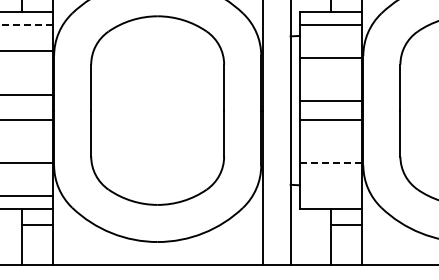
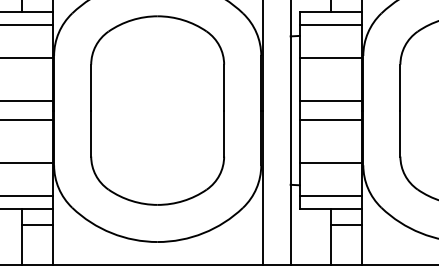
line at (26, 25): dashed -> solid
line at (27, 50) position: (27, 50) -> (27, 57)
line at (27, 94) position: (27, 94) -> (27, 100)
line at (330, 163): dashed -> solid
line at (330, 196): none -> present
